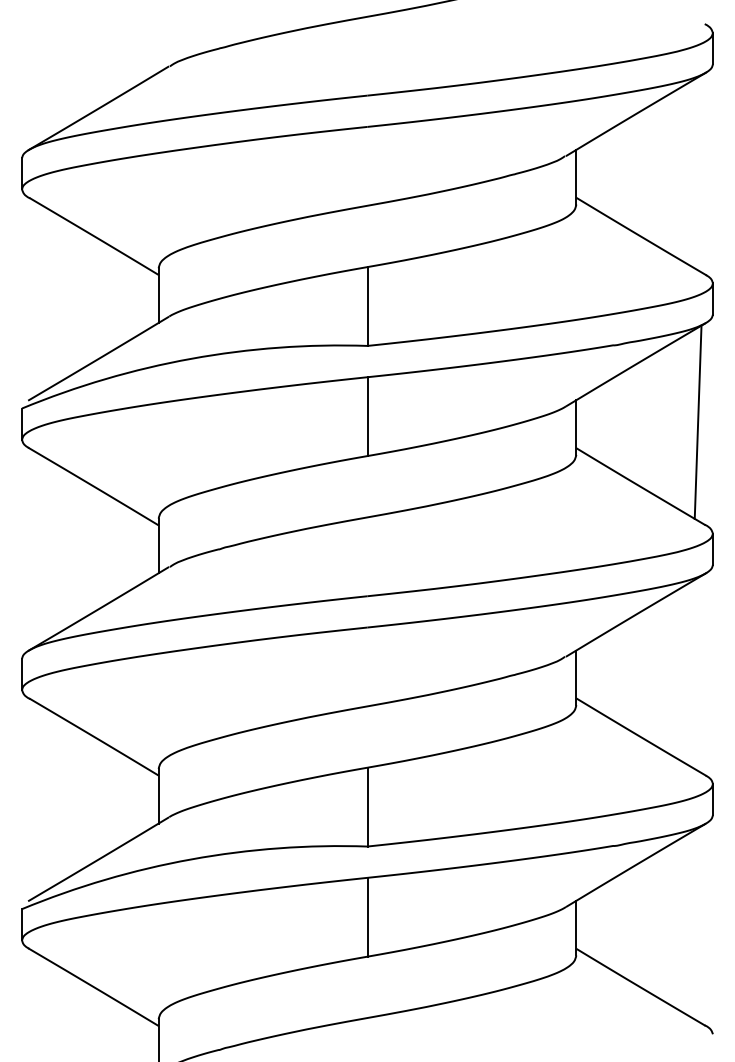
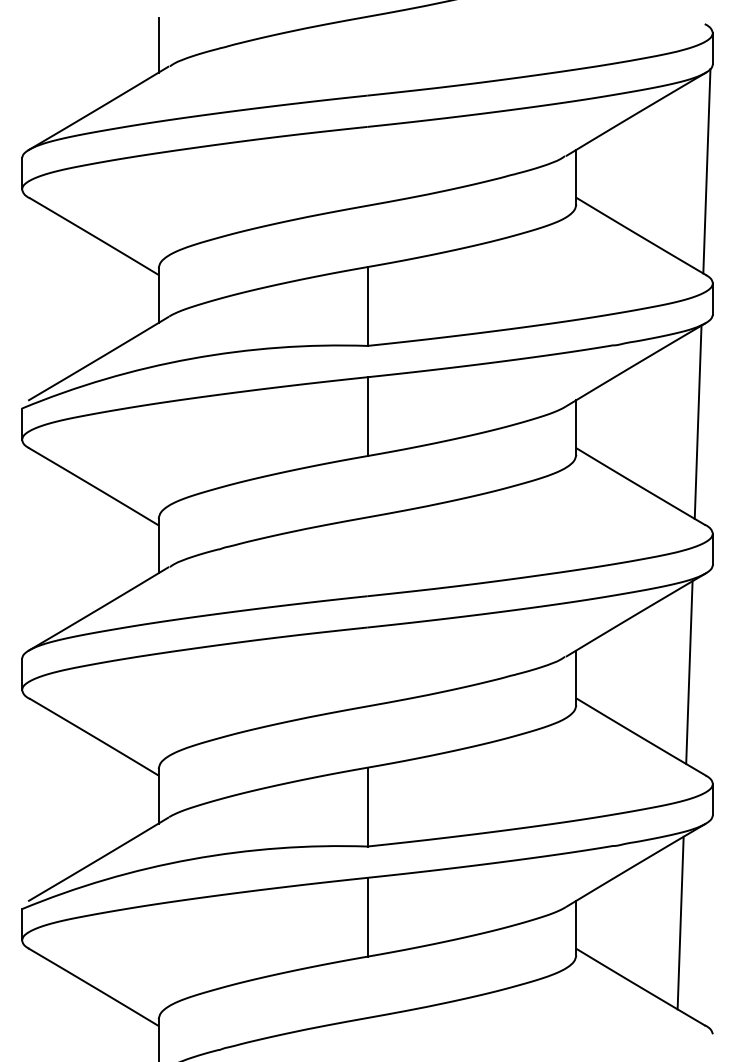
line at (158, 45): none -> present
line at (706, 171): none -> present
line at (689, 672): none -> present
line at (680, 922): none -> present
